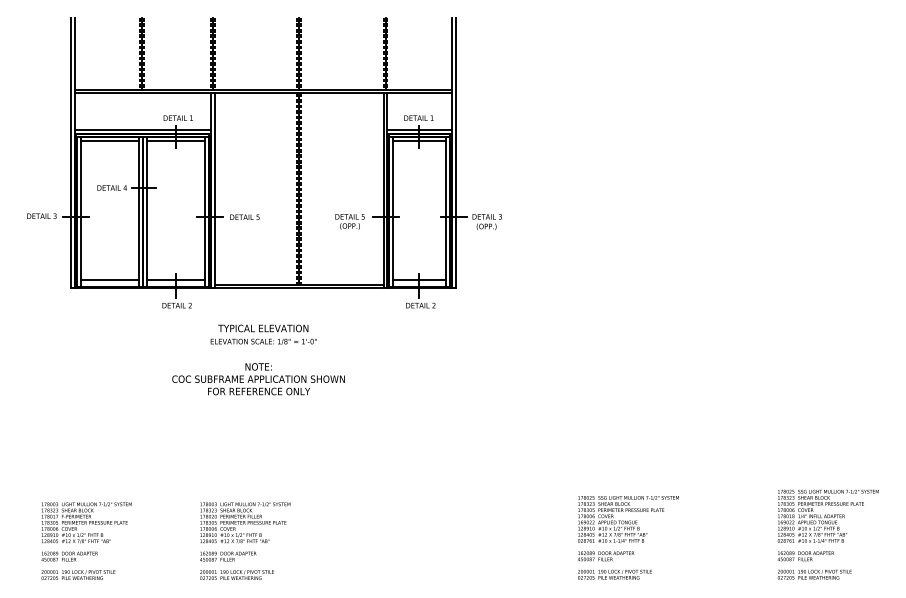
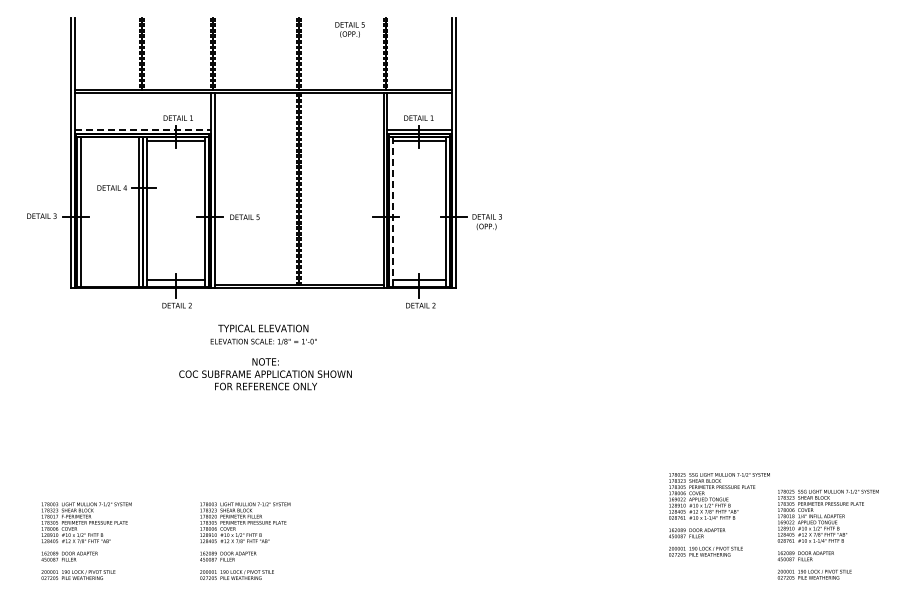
line at (142, 129): solid -> dashed
line at (109, 141): present -> none
line at (393, 212): solid -> dashed
text at (349, 221) position: (349, 221) -> (349, 29)
line at (109, 279): present -> none
text at (258, 379) position: (258, 379) -> (265, 374)
text at (628, 537) position: (628, 537) -> (719, 514)
